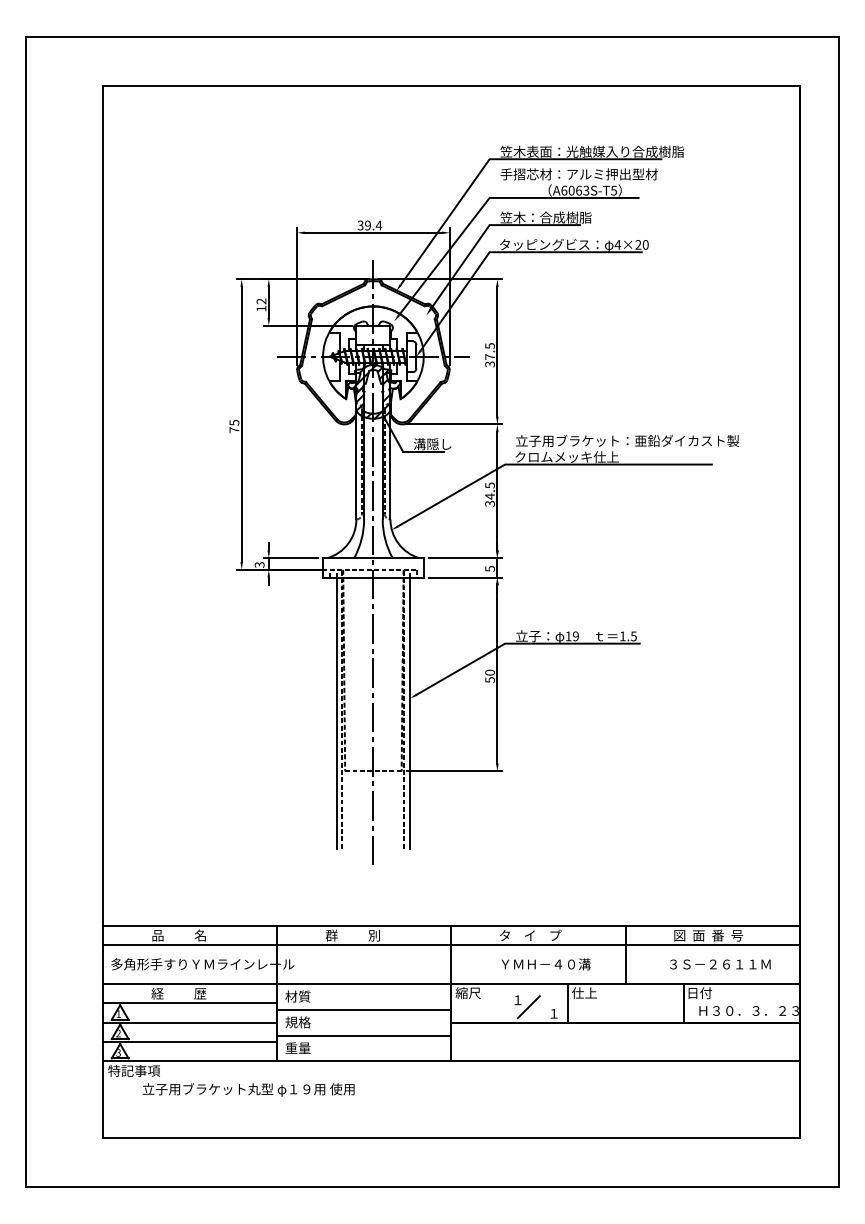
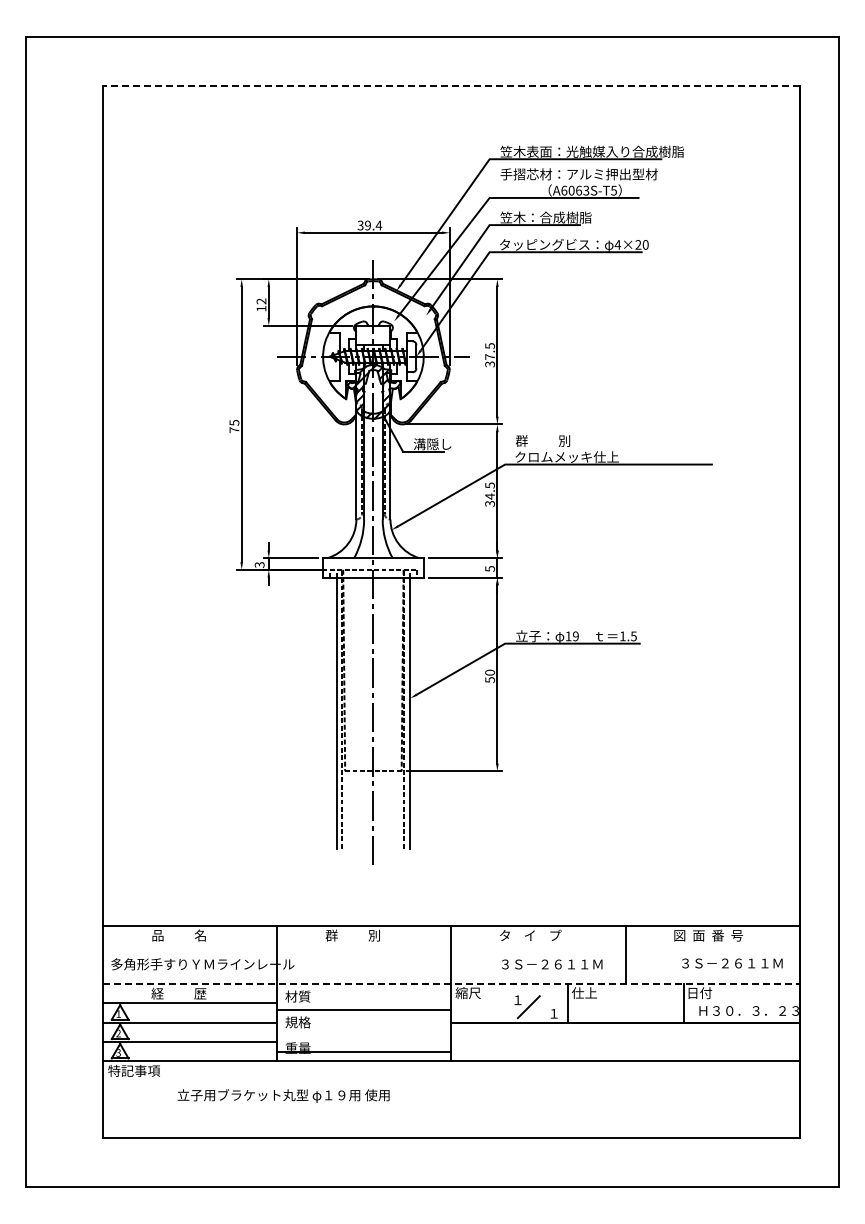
line at (450, 85): solid -> dashed
text at (627, 440): 立子用ブラケット：亜鉛ダイカスト製 -> 群          別
line at (451, 945): present -> none
text at (551, 964): ＹＭＨ－４０溝 -> ３Ｓ－２６１１Ｍ
text at (720, 964) position: (720, 964) -> (732, 963)
line at (451, 983): solid -> dashed
line at (364, 1035) position: (364, 1035) -> (364, 1051)
text at (248, 1089) position: (248, 1089) -> (283, 1095)
